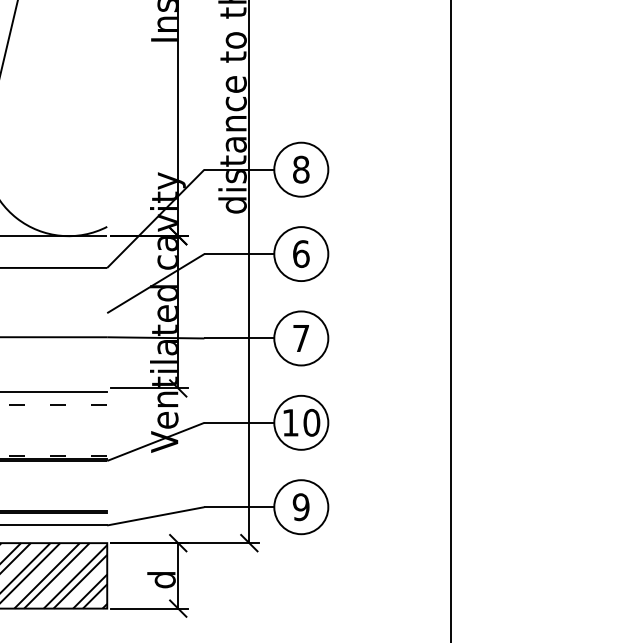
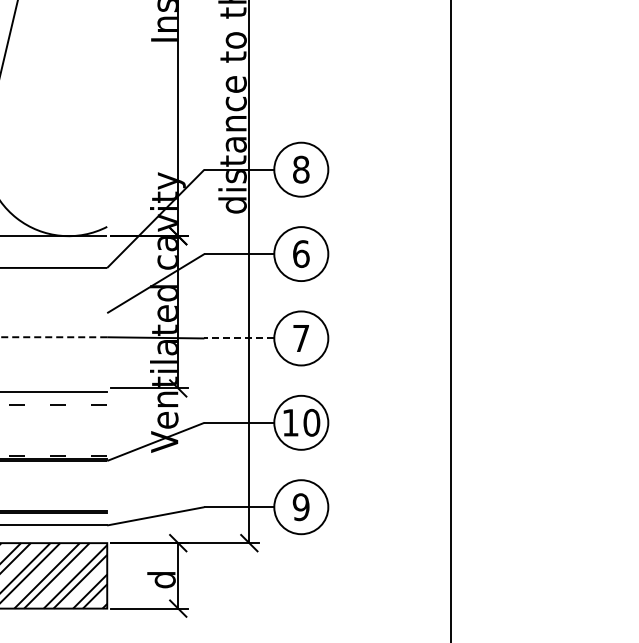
line at (53, 337): solid -> dashed
line at (239, 338): solid -> dashed
